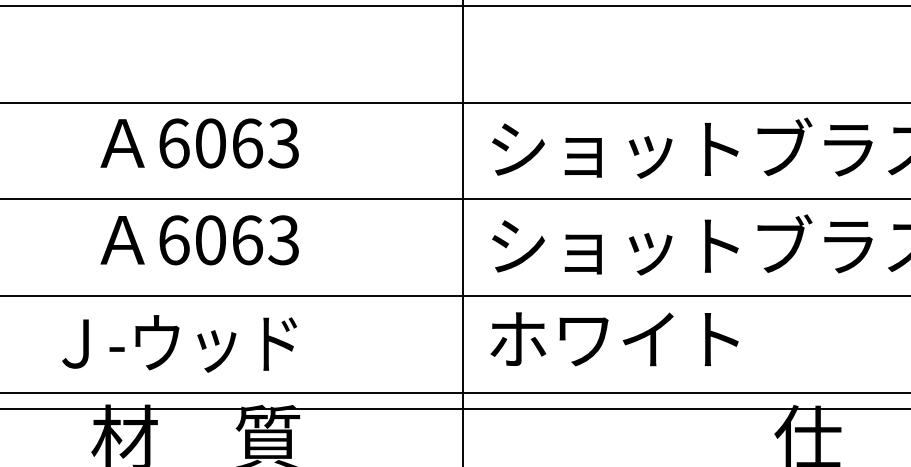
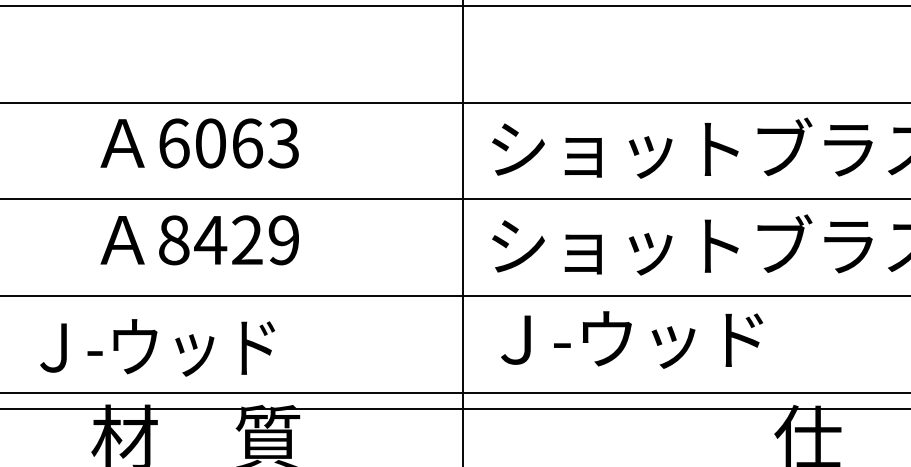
text at (228, 240): 6063 -> 8429
text at (626, 339): ホワイト -> Ｊ-ウッド
text at (179, 343) position: (179, 343) -> (157, 347)
